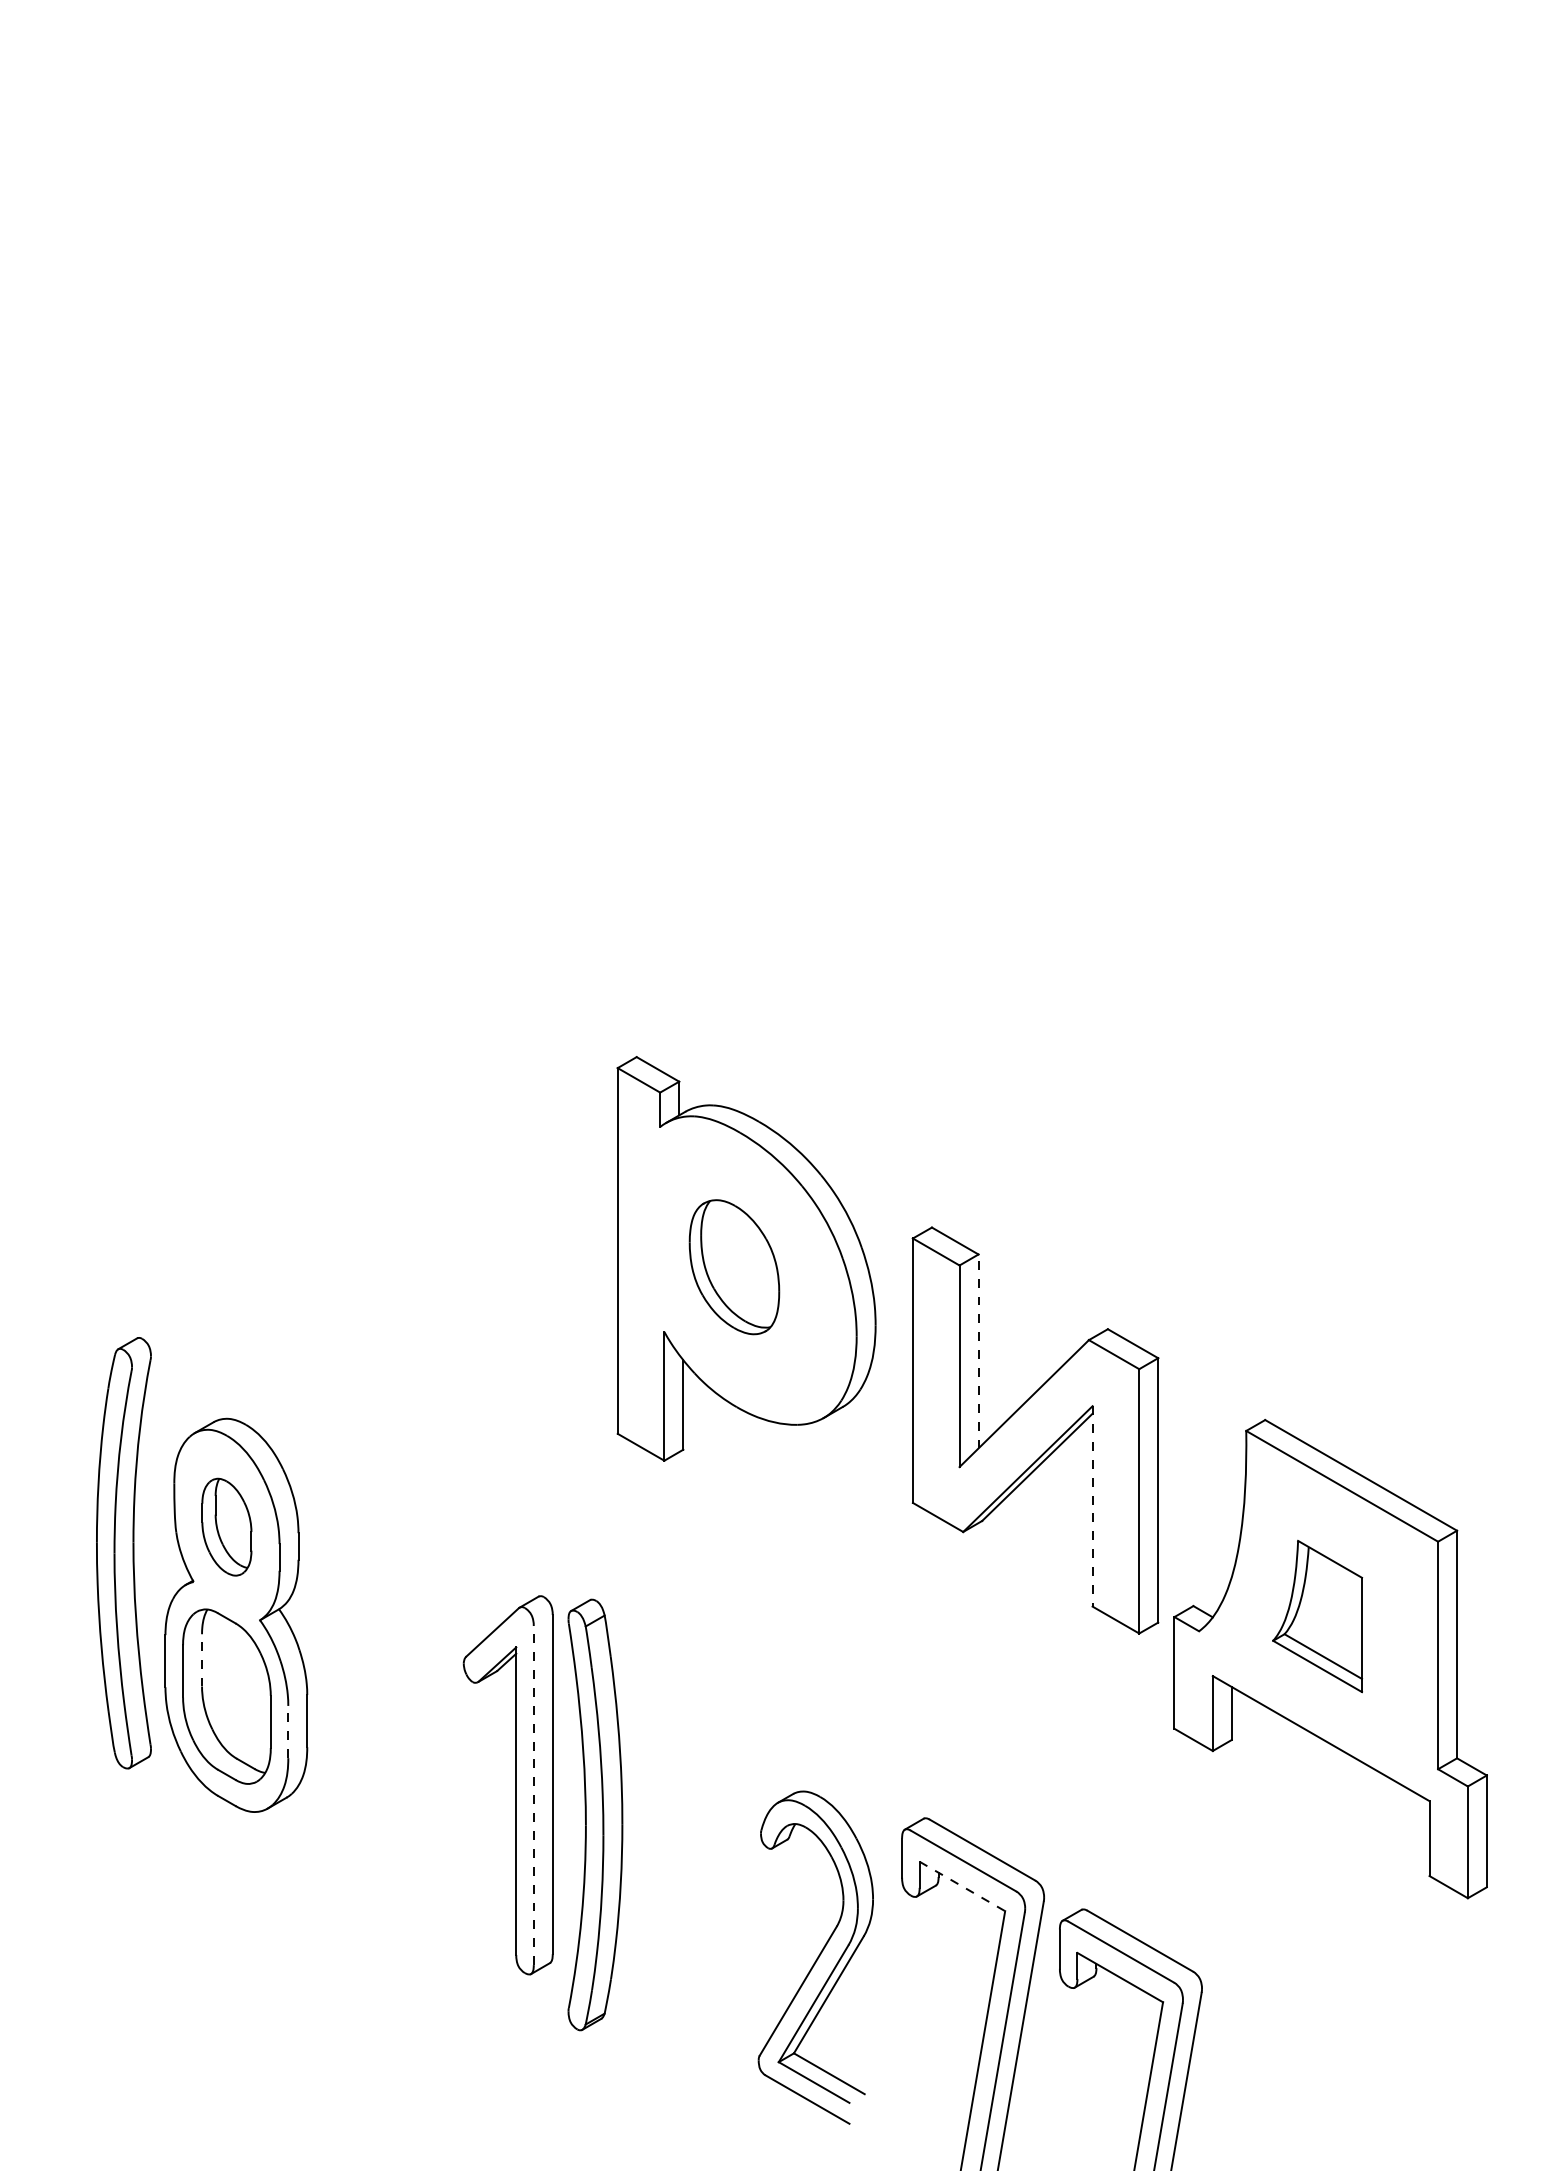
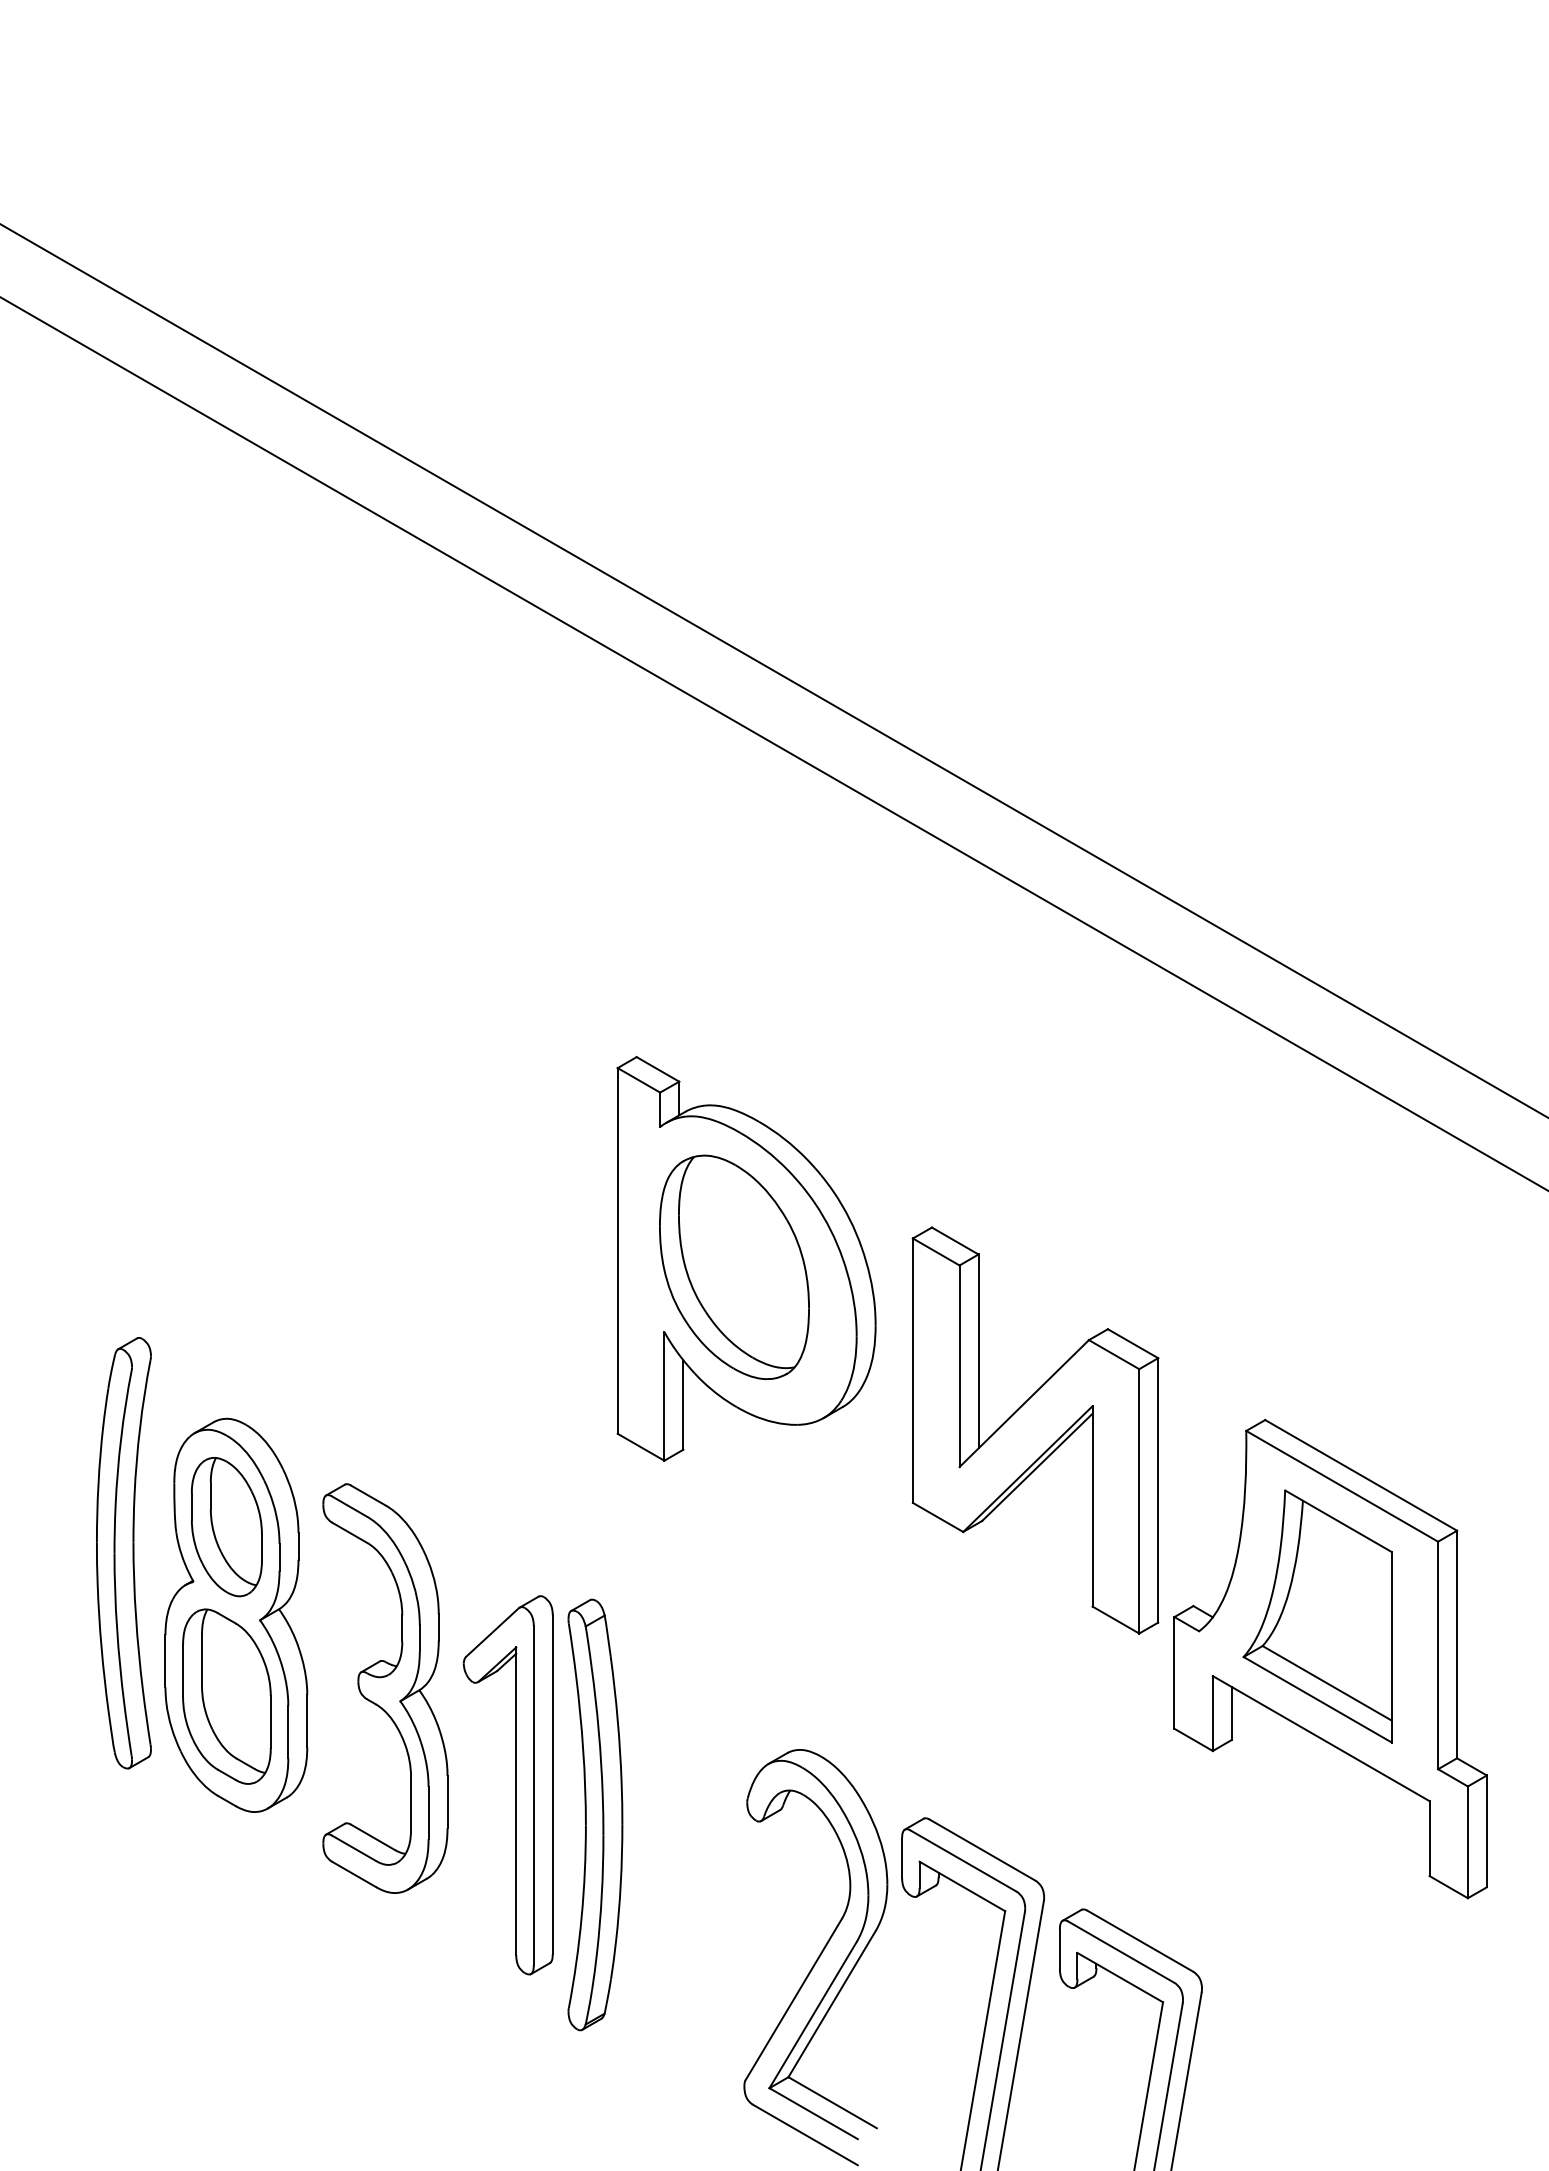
line at (773, 670): none -> present
line at (773, 743): none -> present
part at (734, 1267) size: 93x137 px -> 151x226 px
line at (978, 1351): dashed -> solid
line at (1092, 1506): dashed -> solid
part at (226, 1526) size: 52x100 px -> 72x141 px
part at (1317, 1616) size: 92x155 px -> 151x255 px
line at (202, 1659): dashed -> solid
part at (385, 1688): none -> present
line at (288, 1731): dashed -> solid
line at (533, 1795): dashed -> solid
line at (962, 1886): dashed -> solid
part at (815, 1957) size: 117x335 px -> 146x418 px
